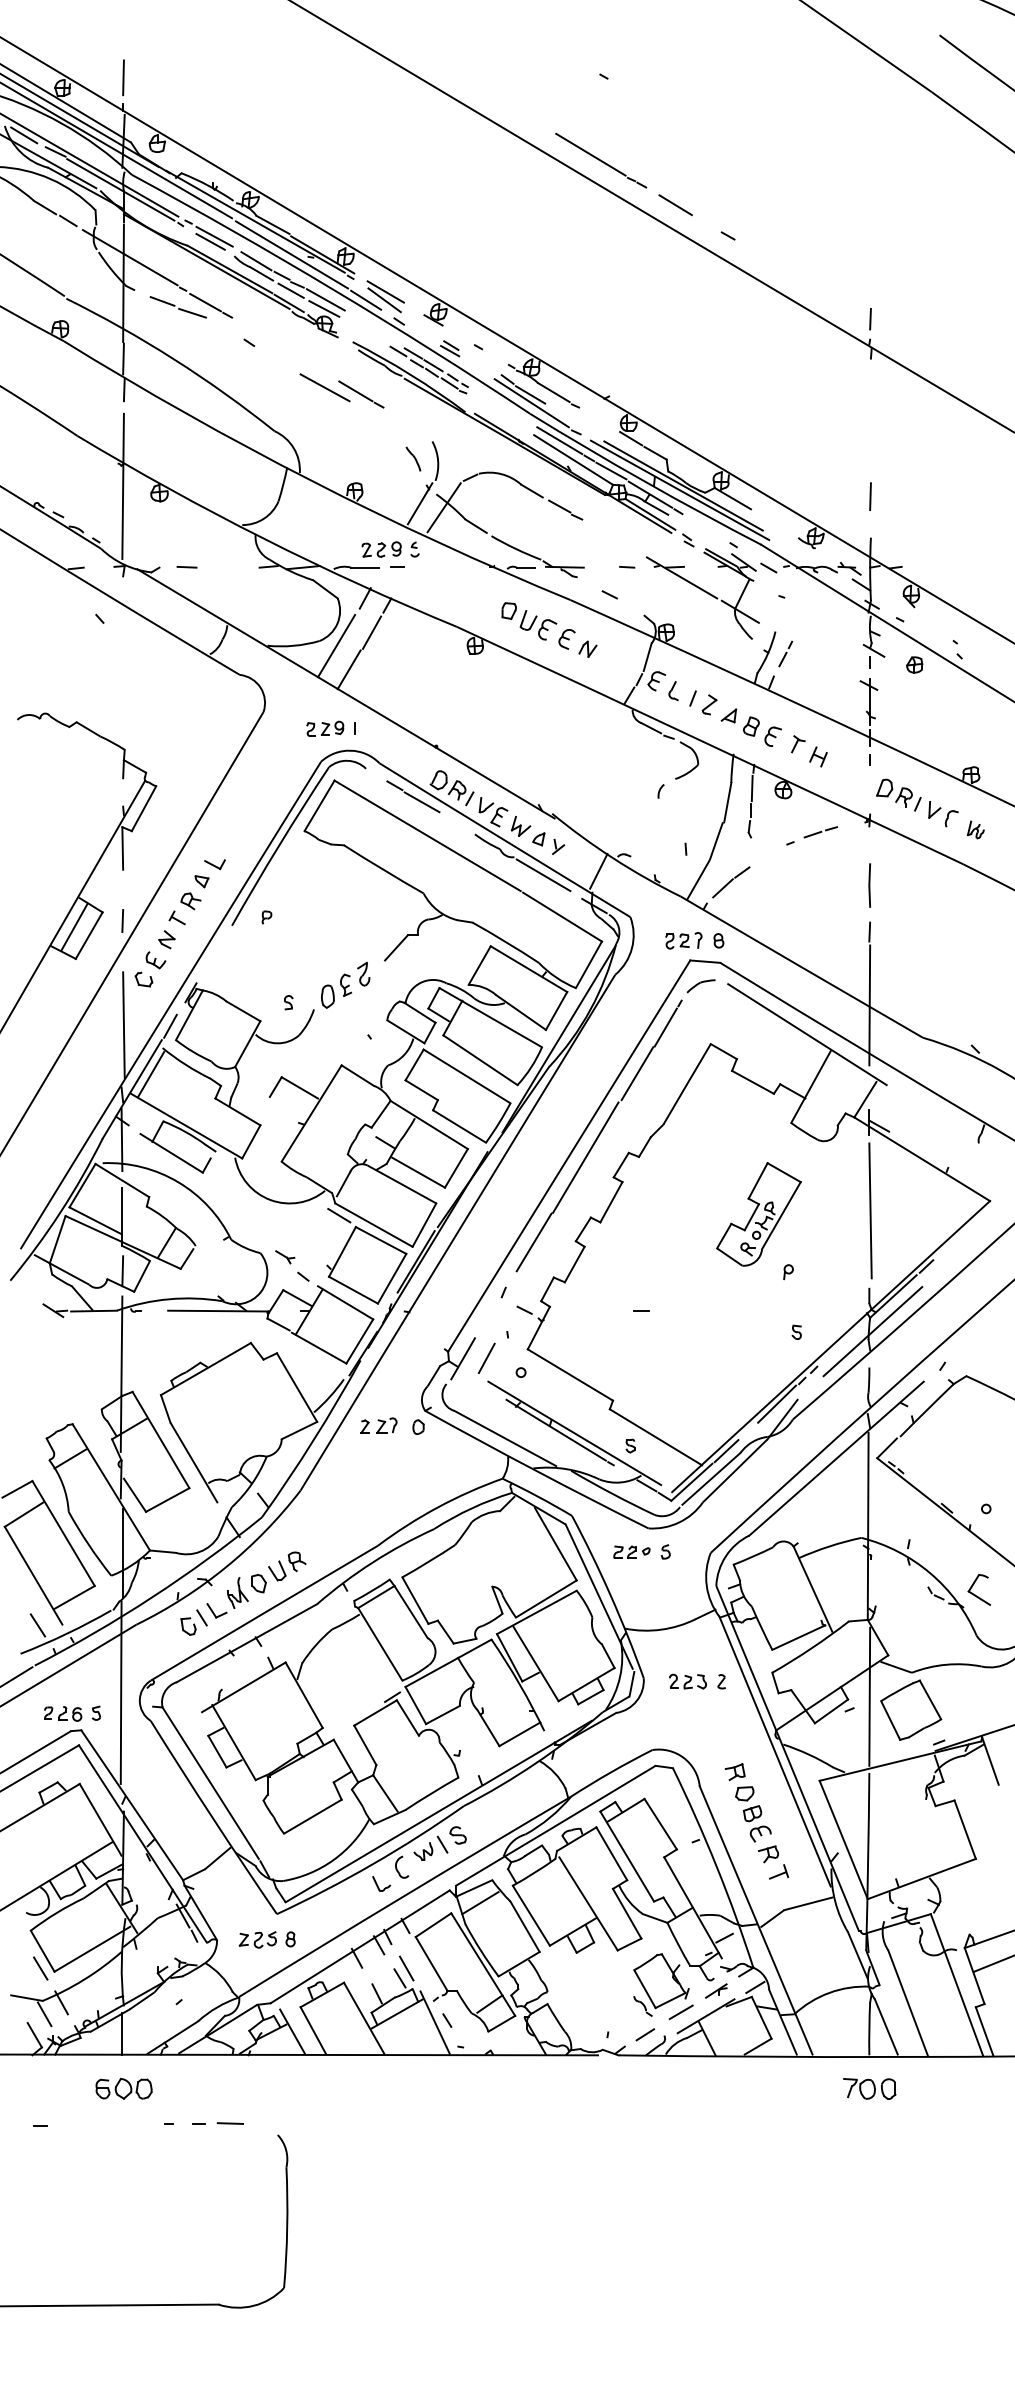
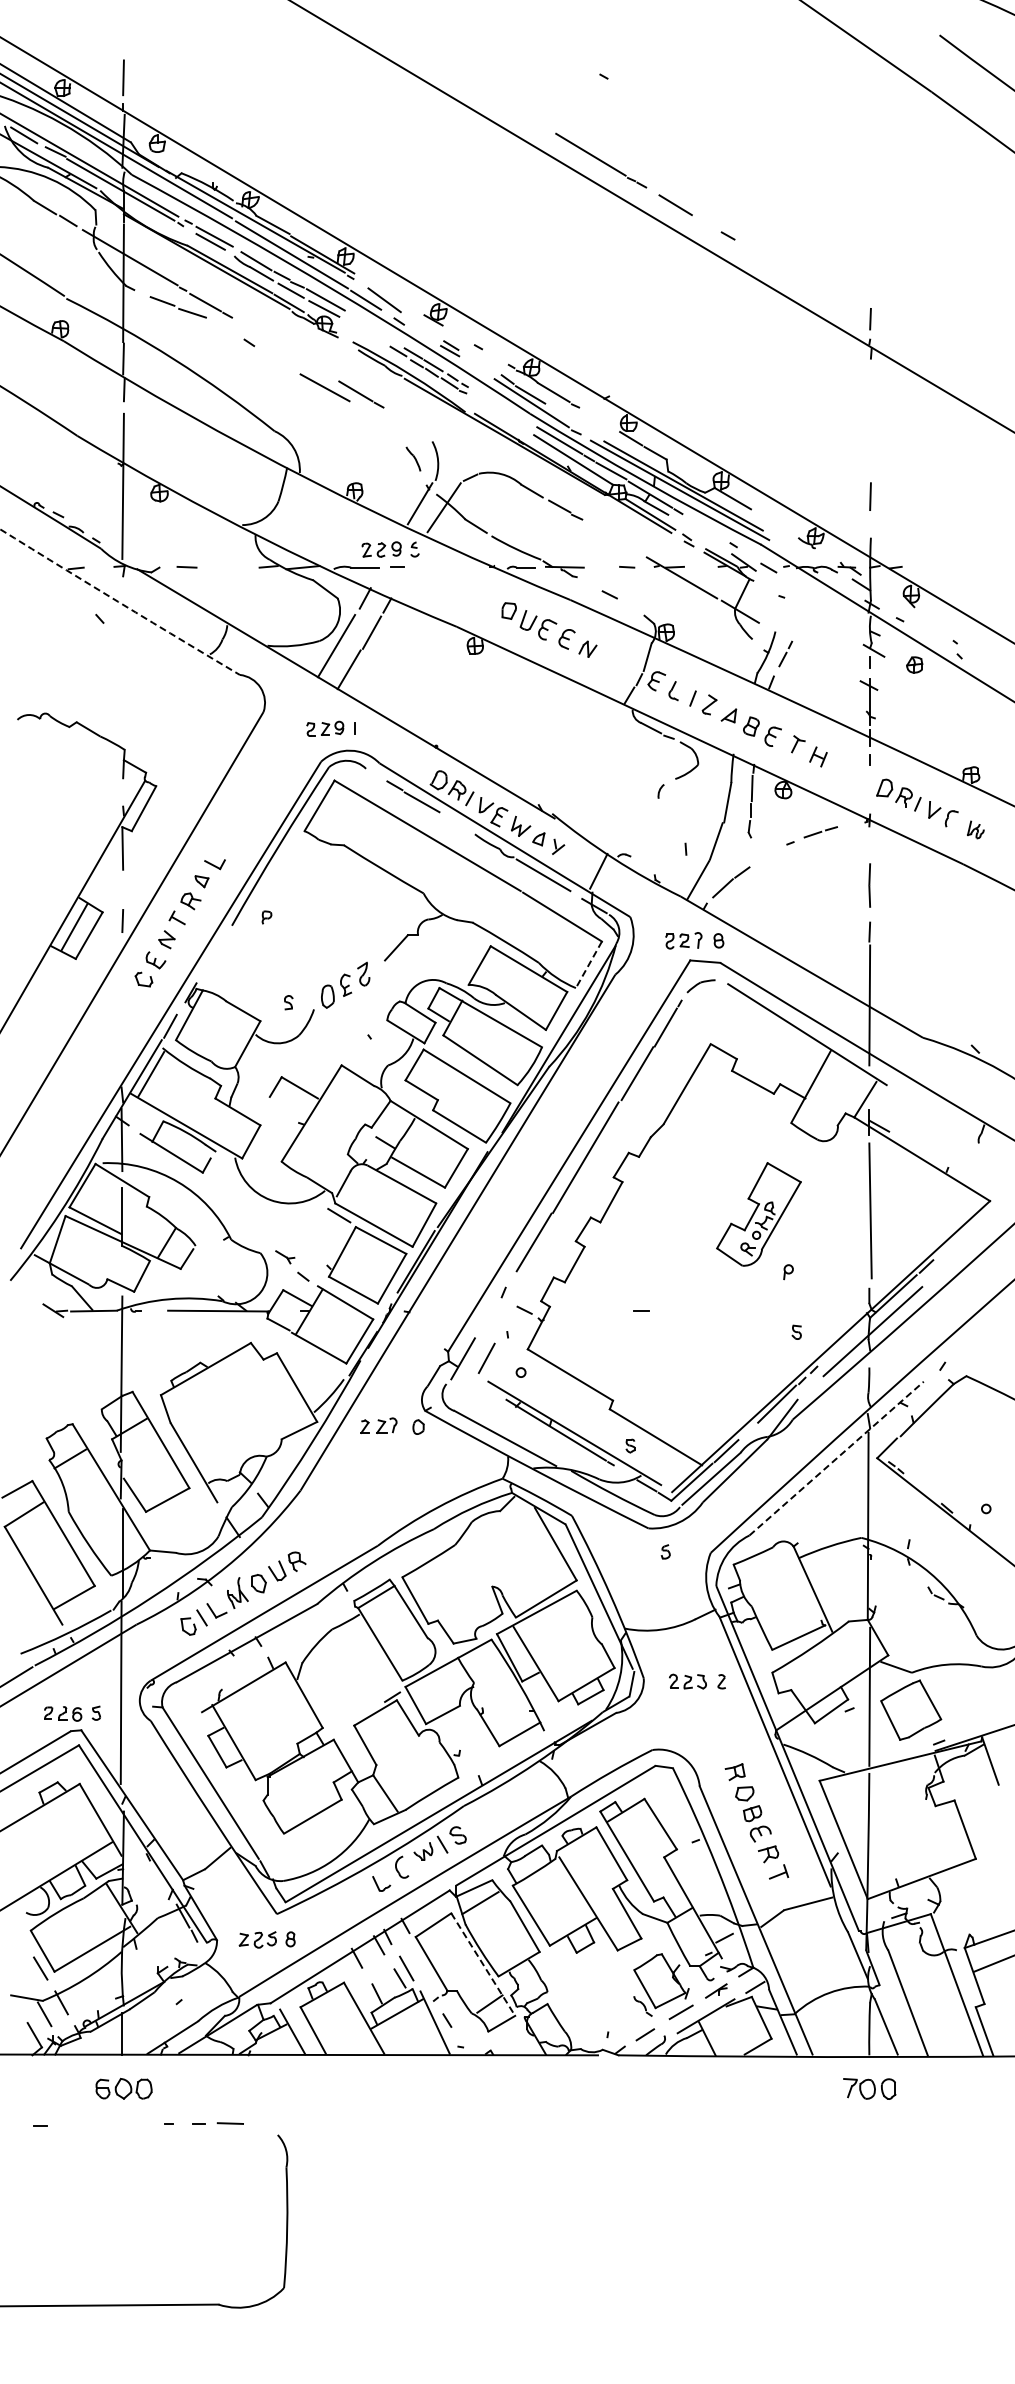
line at (385, 291): present -> none
arc at (119, 602): solid -> dashed
line at (588, 964): solid -> dashed
line at (123, 1025): present -> none
line at (122, 1271): present -> none
line at (836, 1458): solid -> dashed
part at (631, 1551): present -> none
part at (977, 1595): present -> none
line at (37, 1625): present -> none
line at (483, 1965): solid -> dashed
